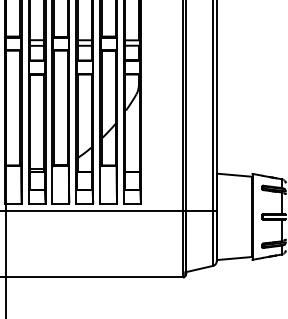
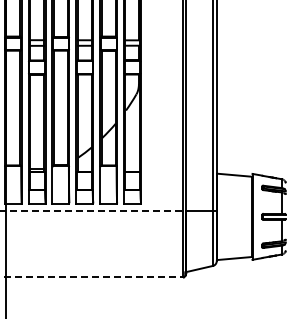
line at (93, 210): solid -> dashed
line at (92, 277): solid -> dashed
